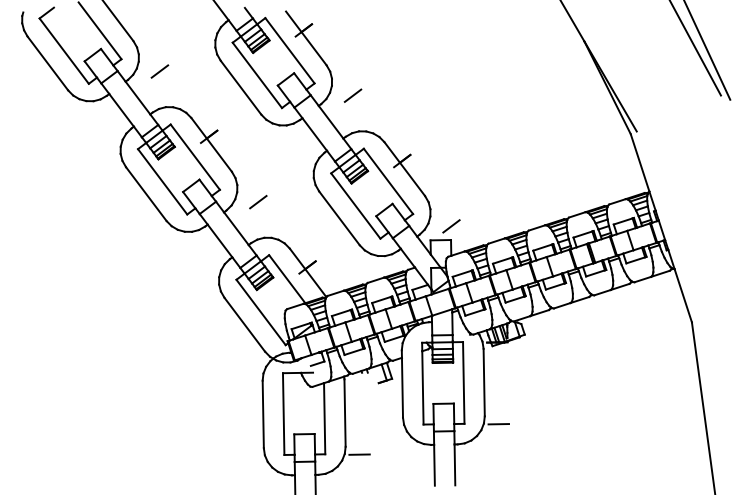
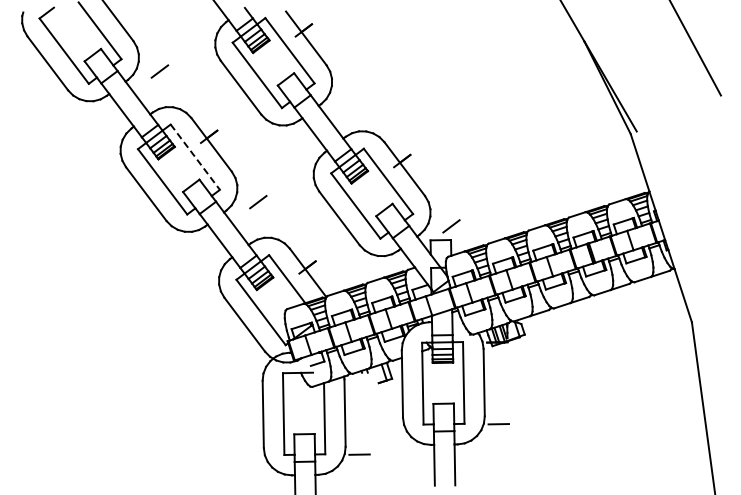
line at (707, 50): present -> none
line at (352, 95): present -> none
line at (195, 157): solid -> dashed
